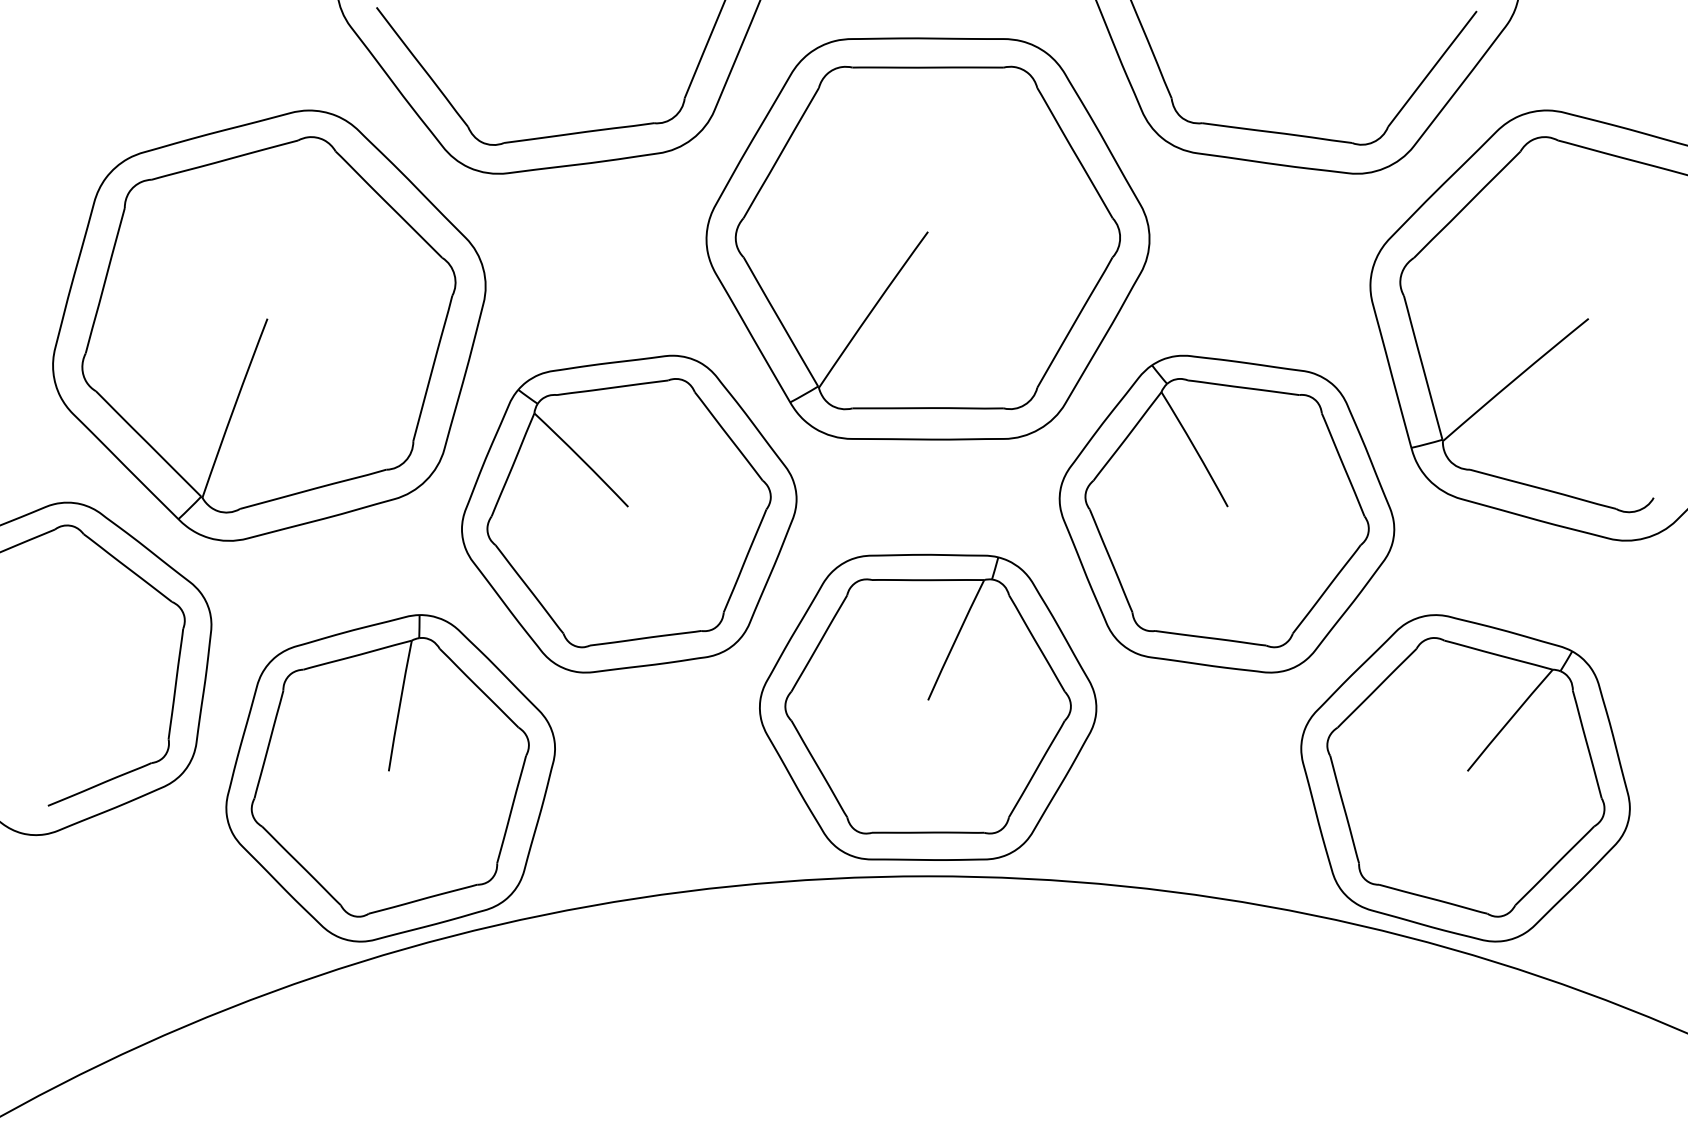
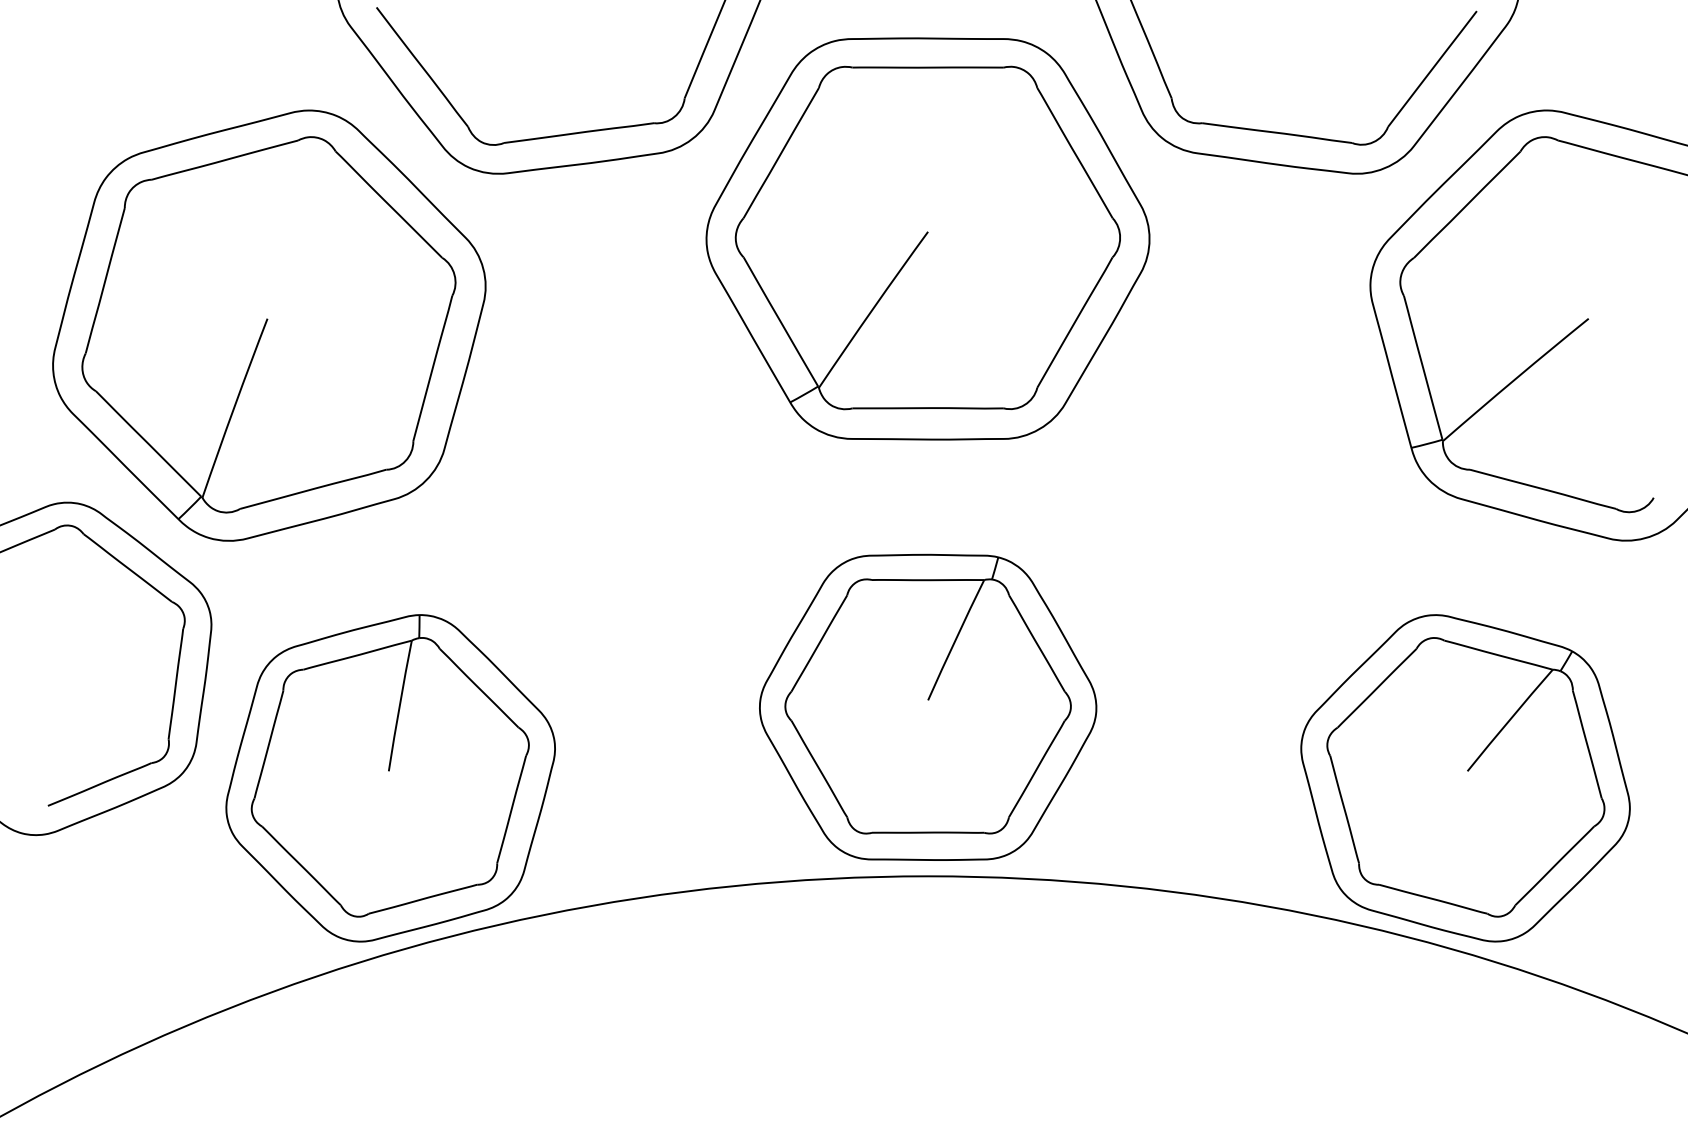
part at (629, 513): present -> none
part at (1226, 513): present -> none
